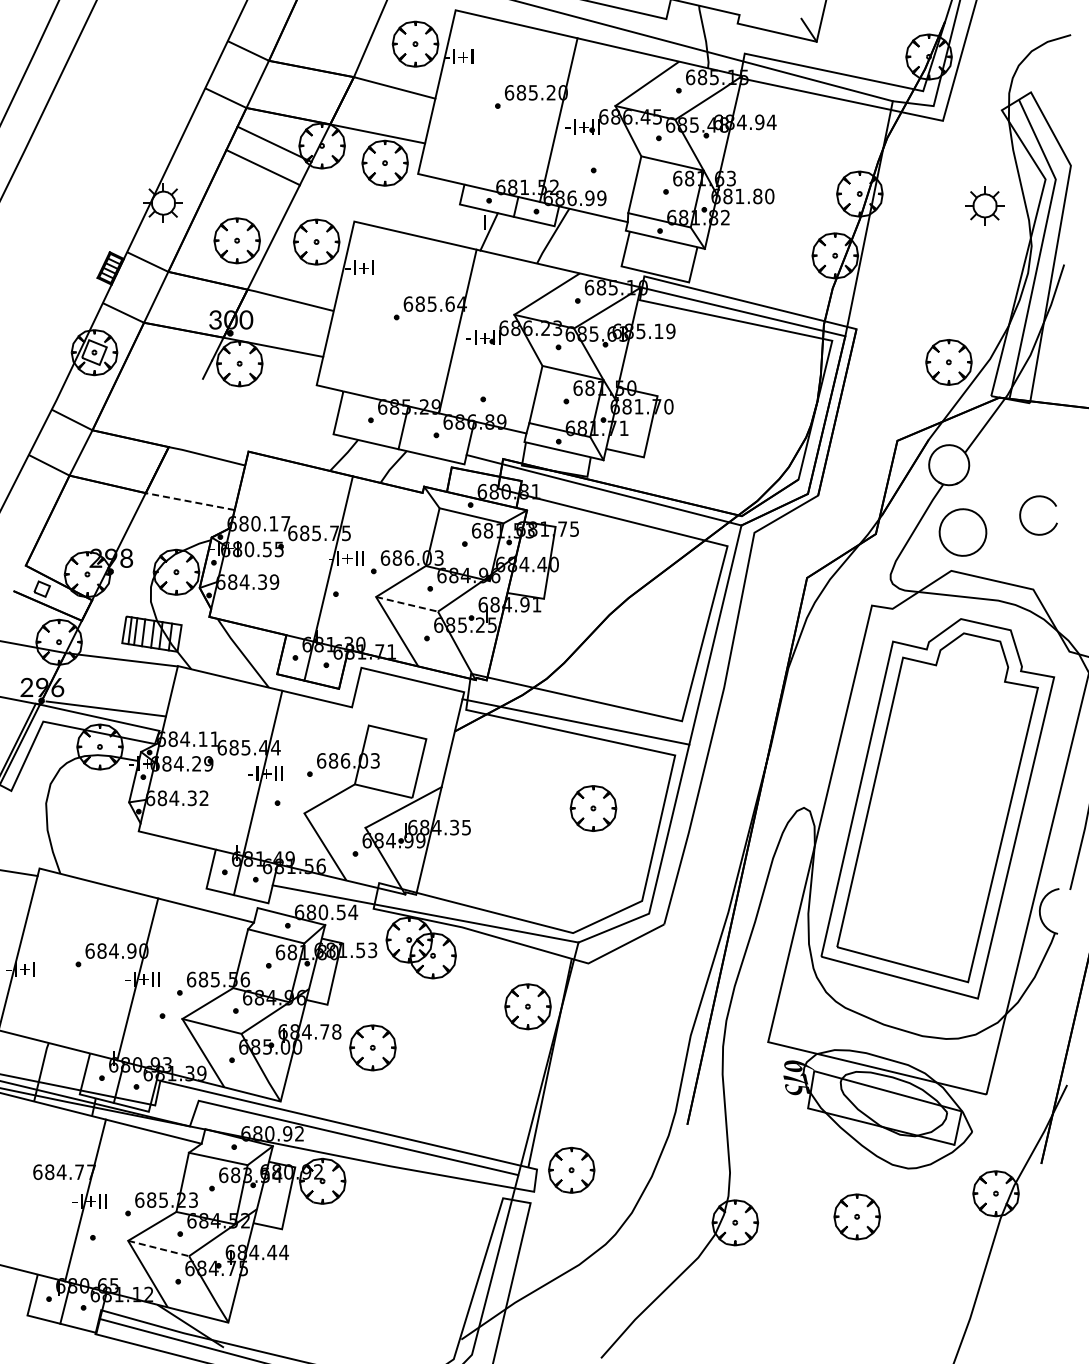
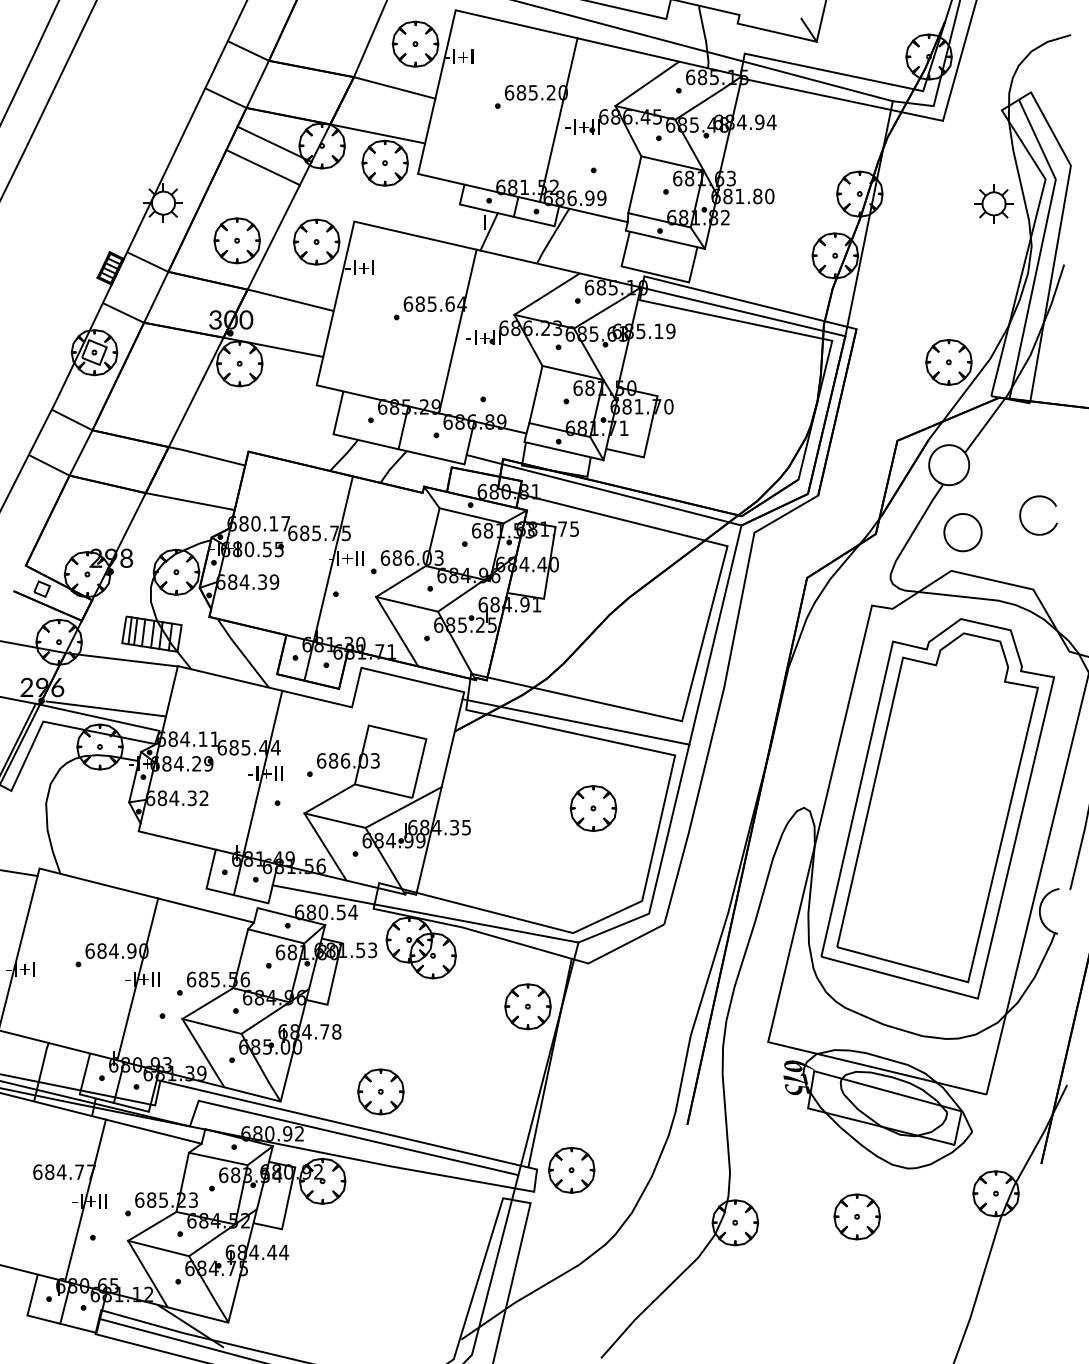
part at (984, 205) position: (984, 205) -> (993, 203)
line at (185, 412): none -> present
line at (189, 501): dashed -> solid
part at (962, 532) size: 50x49 px -> 40x40 px
line at (407, 604): dashed -> solid
line at (334, 820): none -> present
part at (372, 1047) position: (372, 1047) -> (380, 1091)
line at (159, 1248): dashed -> solid
